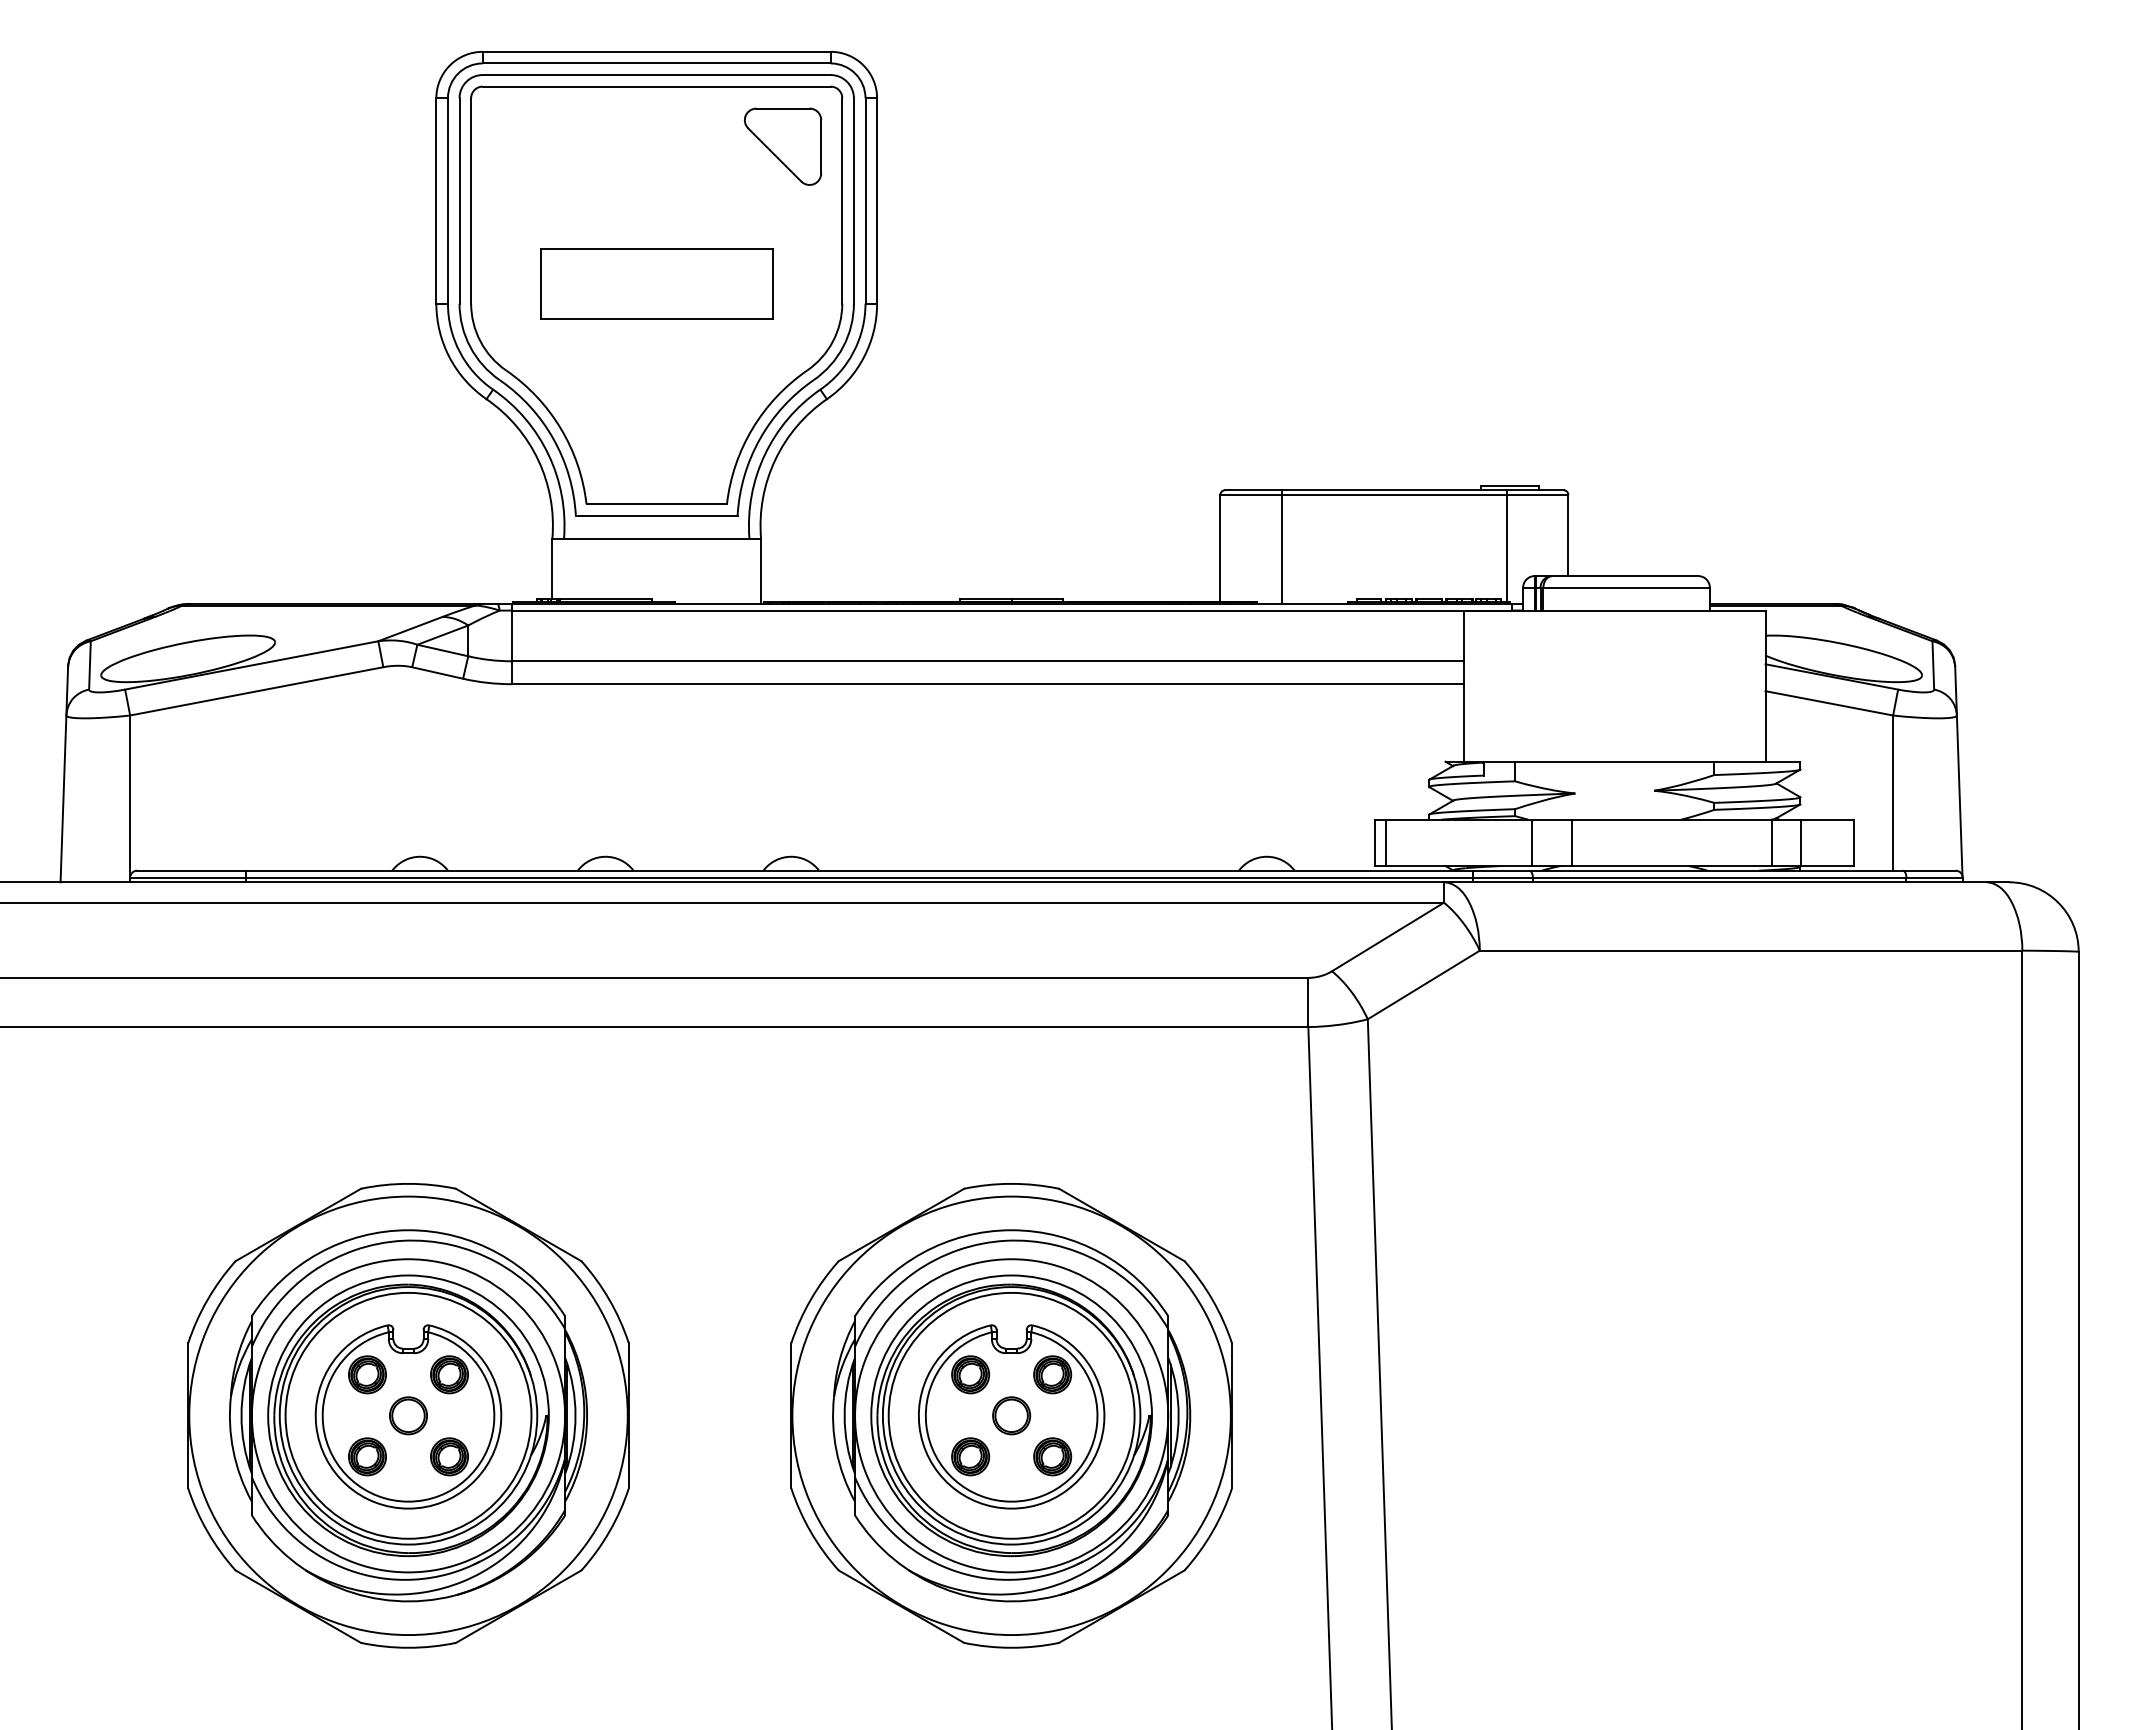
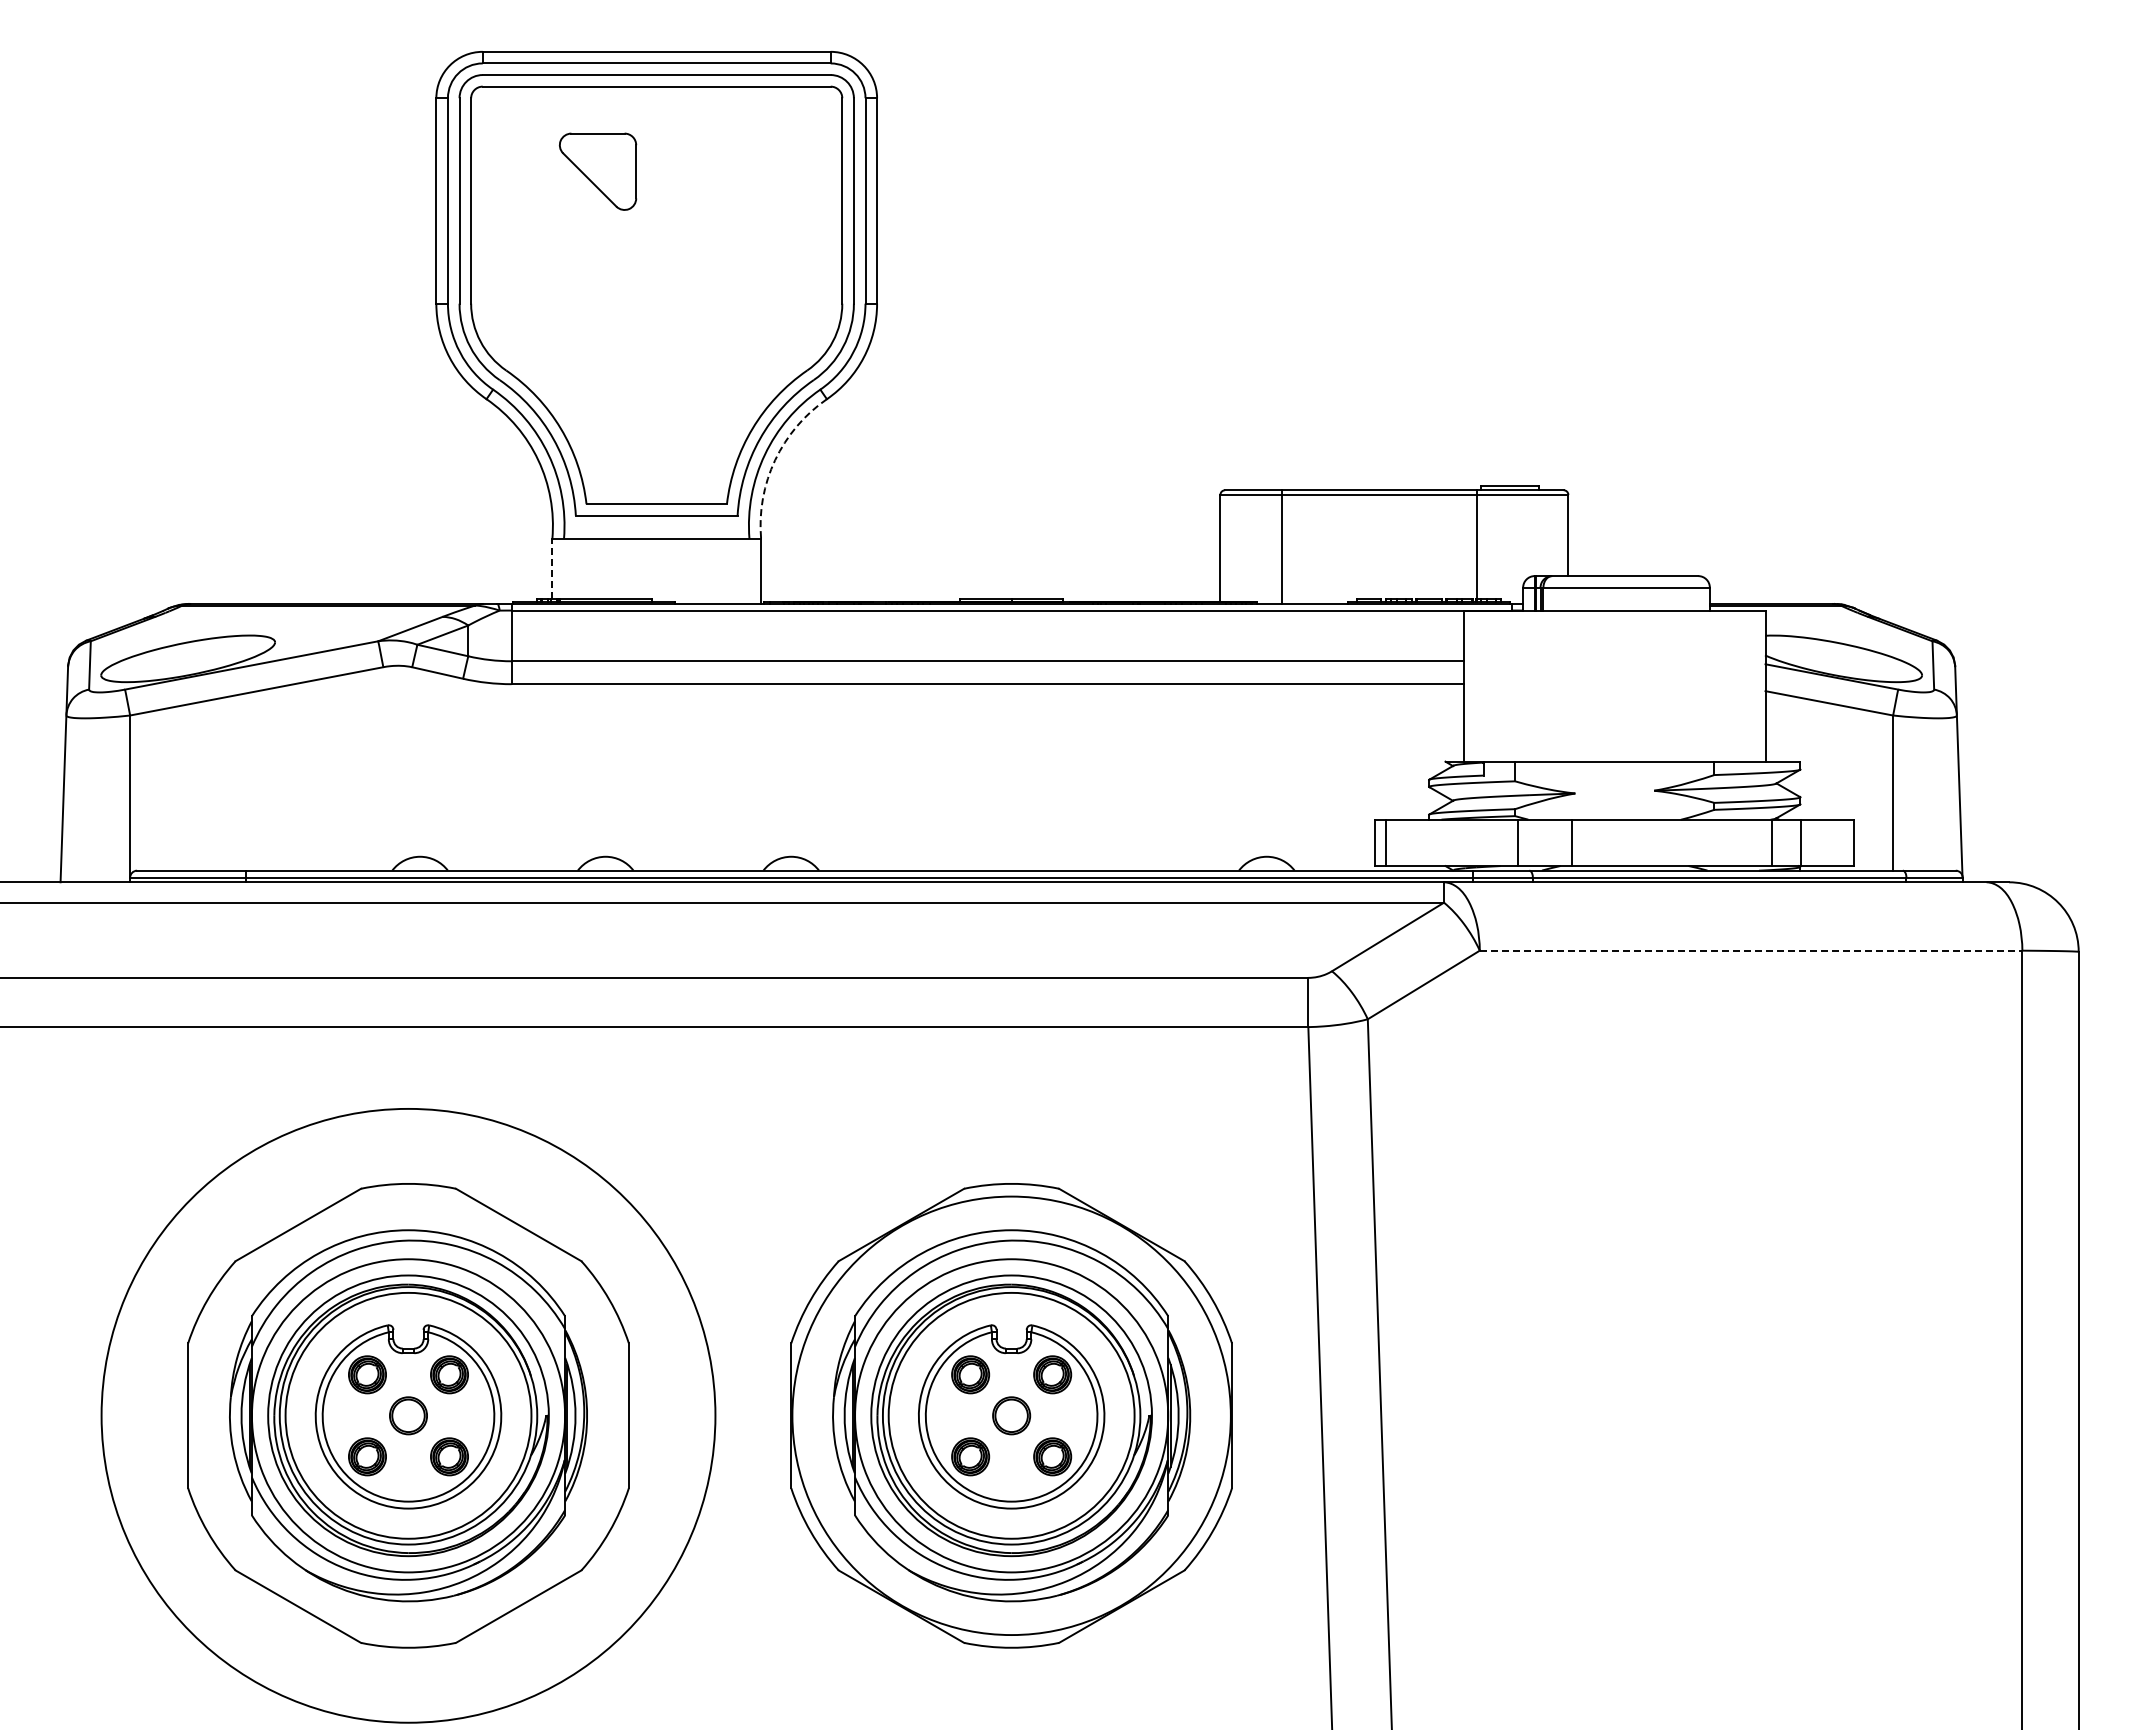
part at (782, 146) position: (782, 146) -> (597, 171)
part at (656, 283): present -> none
arc at (775, 460): solid -> dashed
line at (1506, 545) position: (1506, 545) -> (1476, 545)
line at (552, 568): solid -> dashed
line at (1532, 842) position: (1532, 842) -> (1518, 842)
line at (1751, 950): solid -> dashed
circle at (408, 1415) diameter: 438 px -> 614 px
